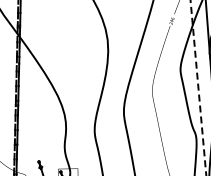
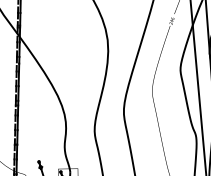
line at (198, 87): dashed -> solid
